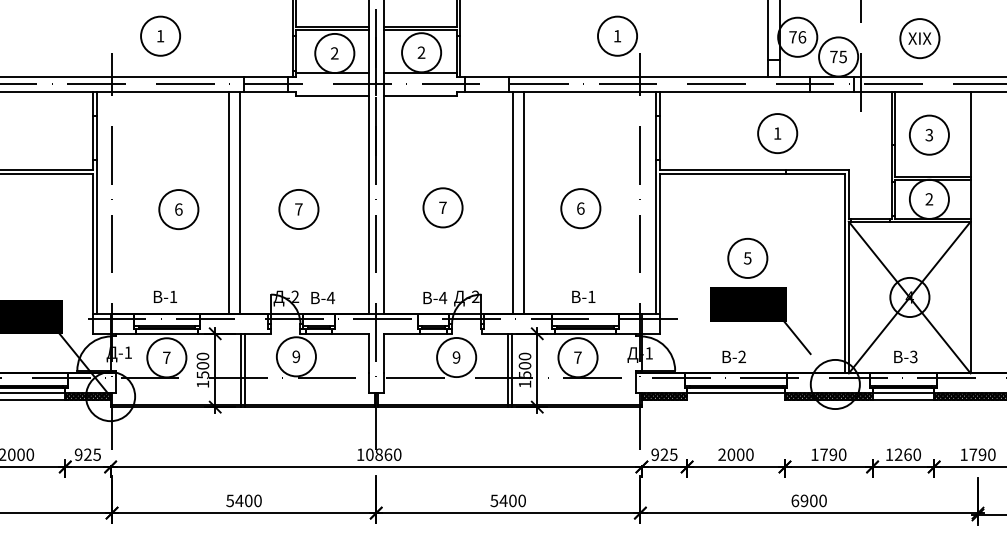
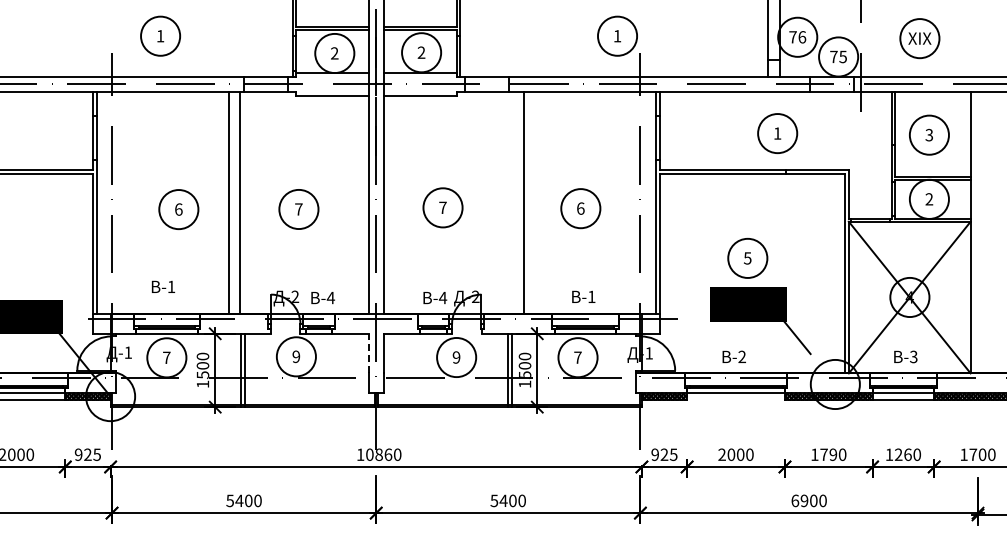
line at (512, 202): present -> none
text at (165, 296) position: (165, 296) -> (163, 286)
line at (368, 353): solid -> dashed
text at (982, 454): 1790 -> 1700
